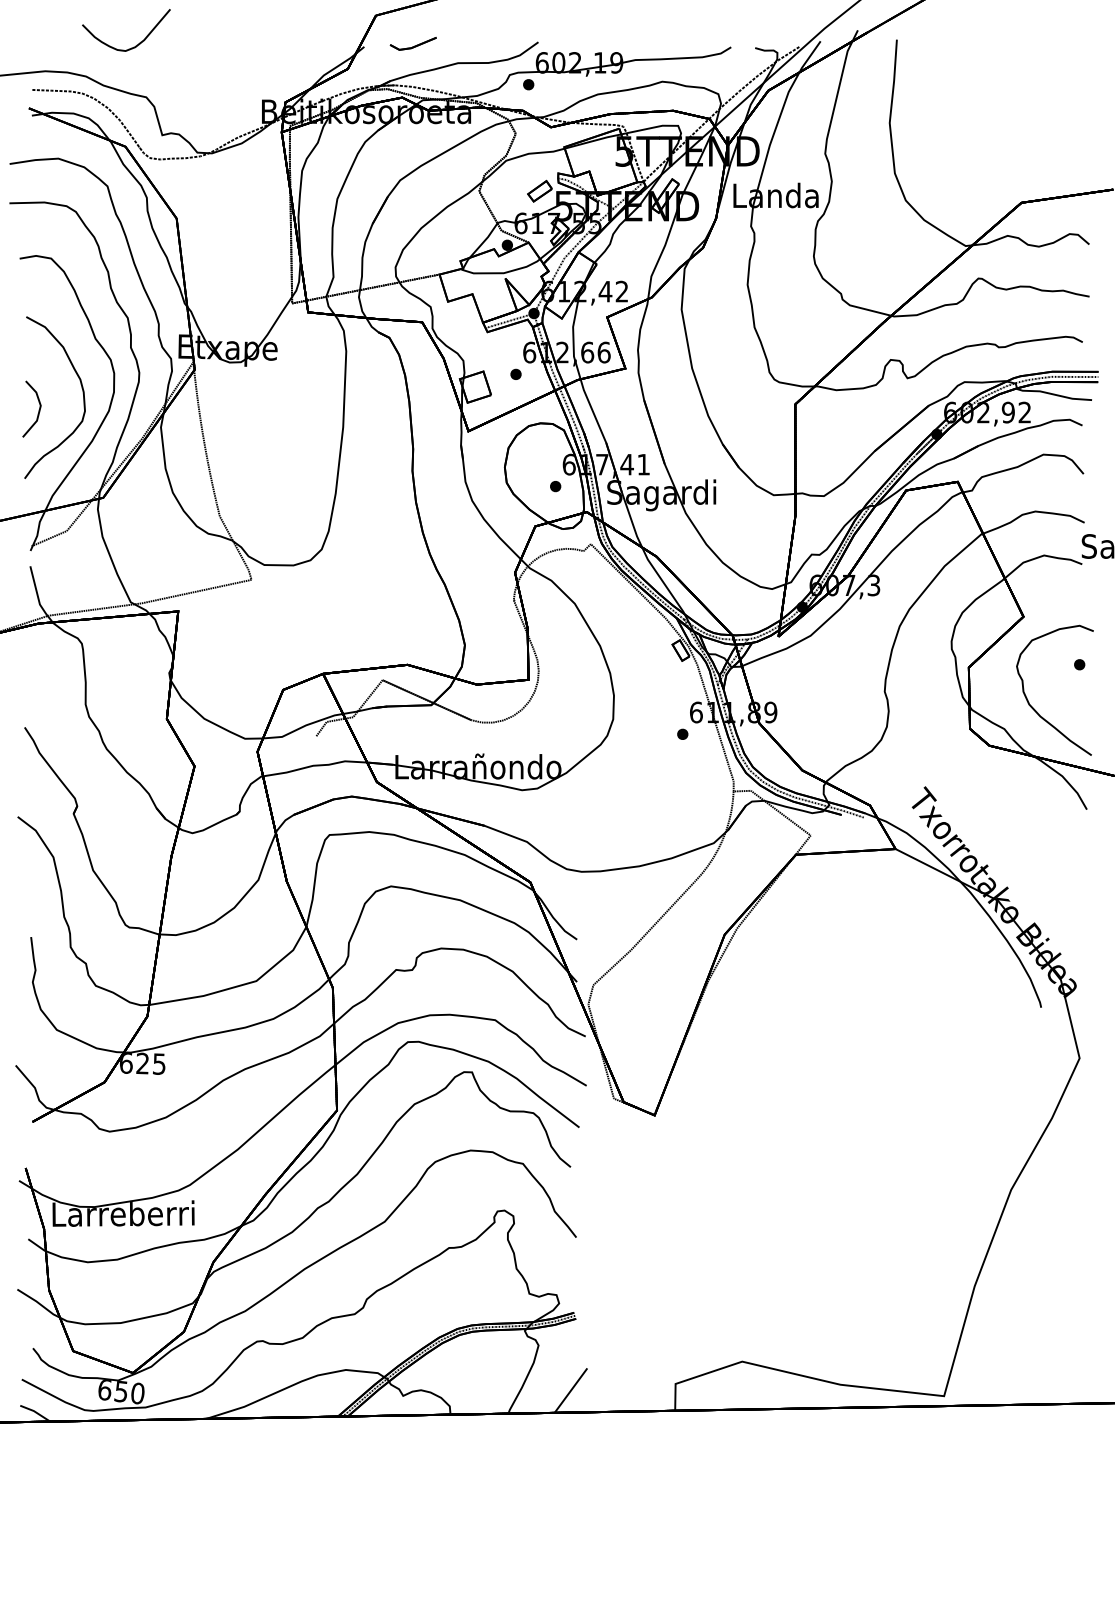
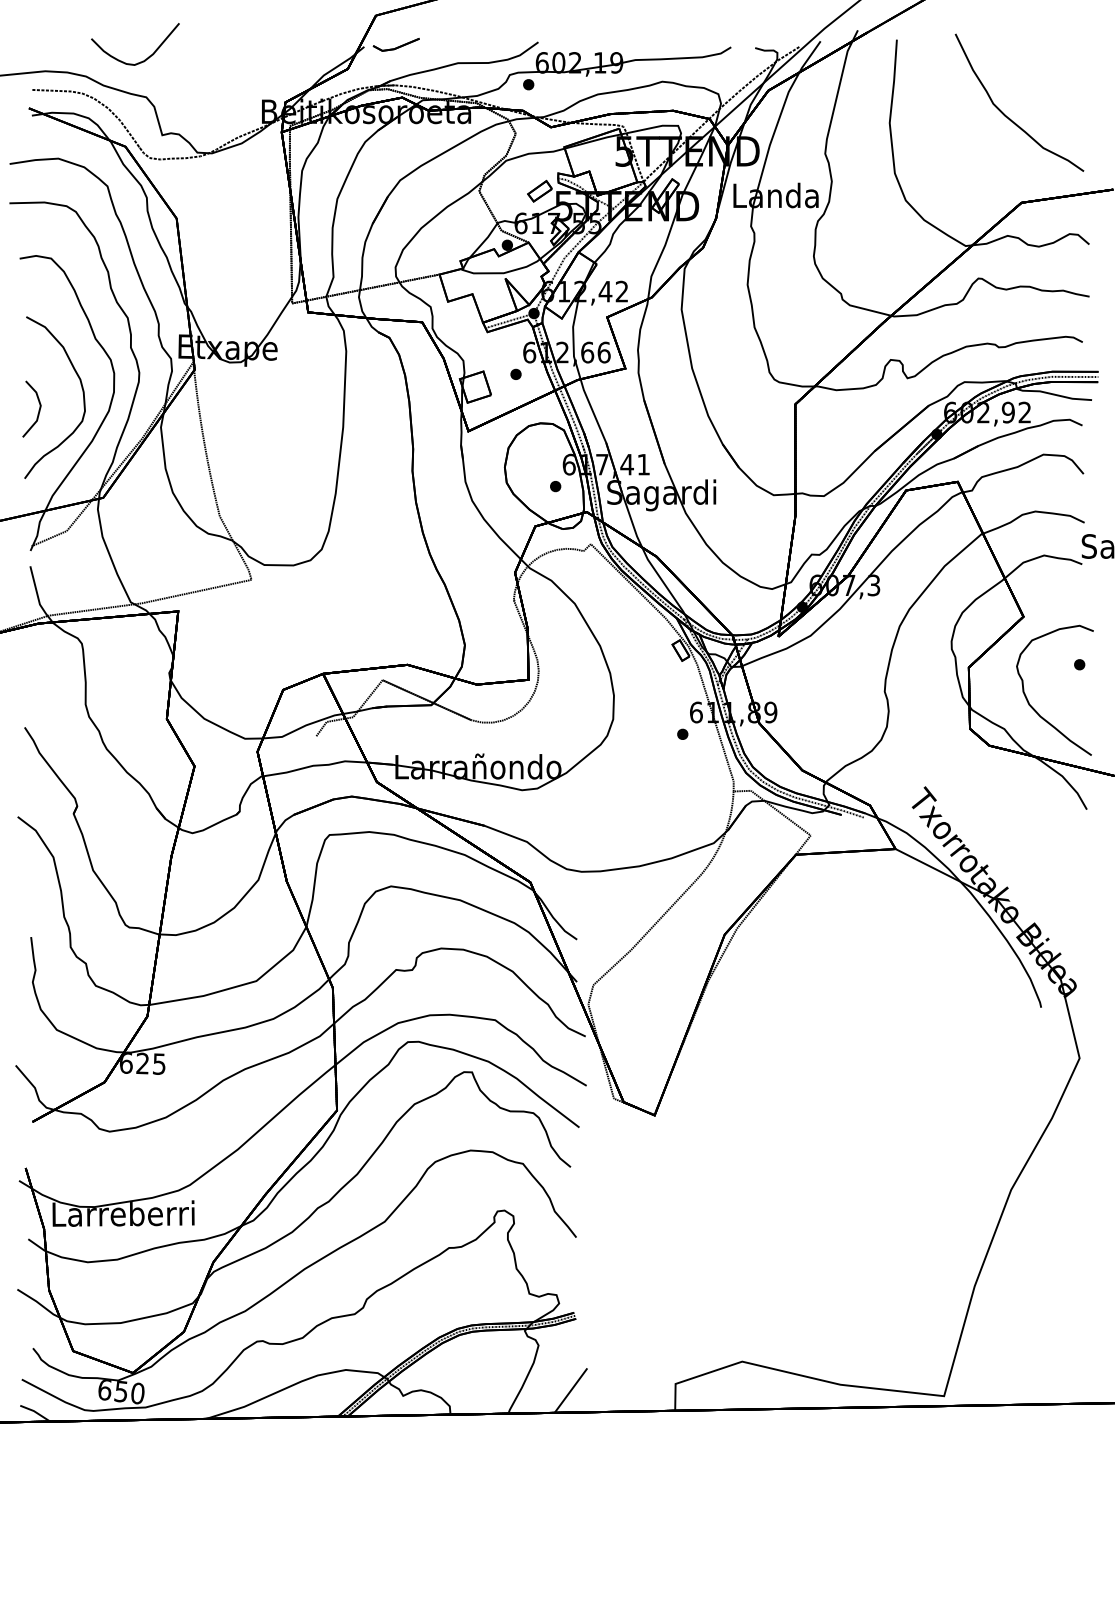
part at (412, 43) position: (412, 43) -> (395, 44)
curve at (133, 46) position: (133, 46) -> (142, 60)
curve at (1009, 117): none -> present
